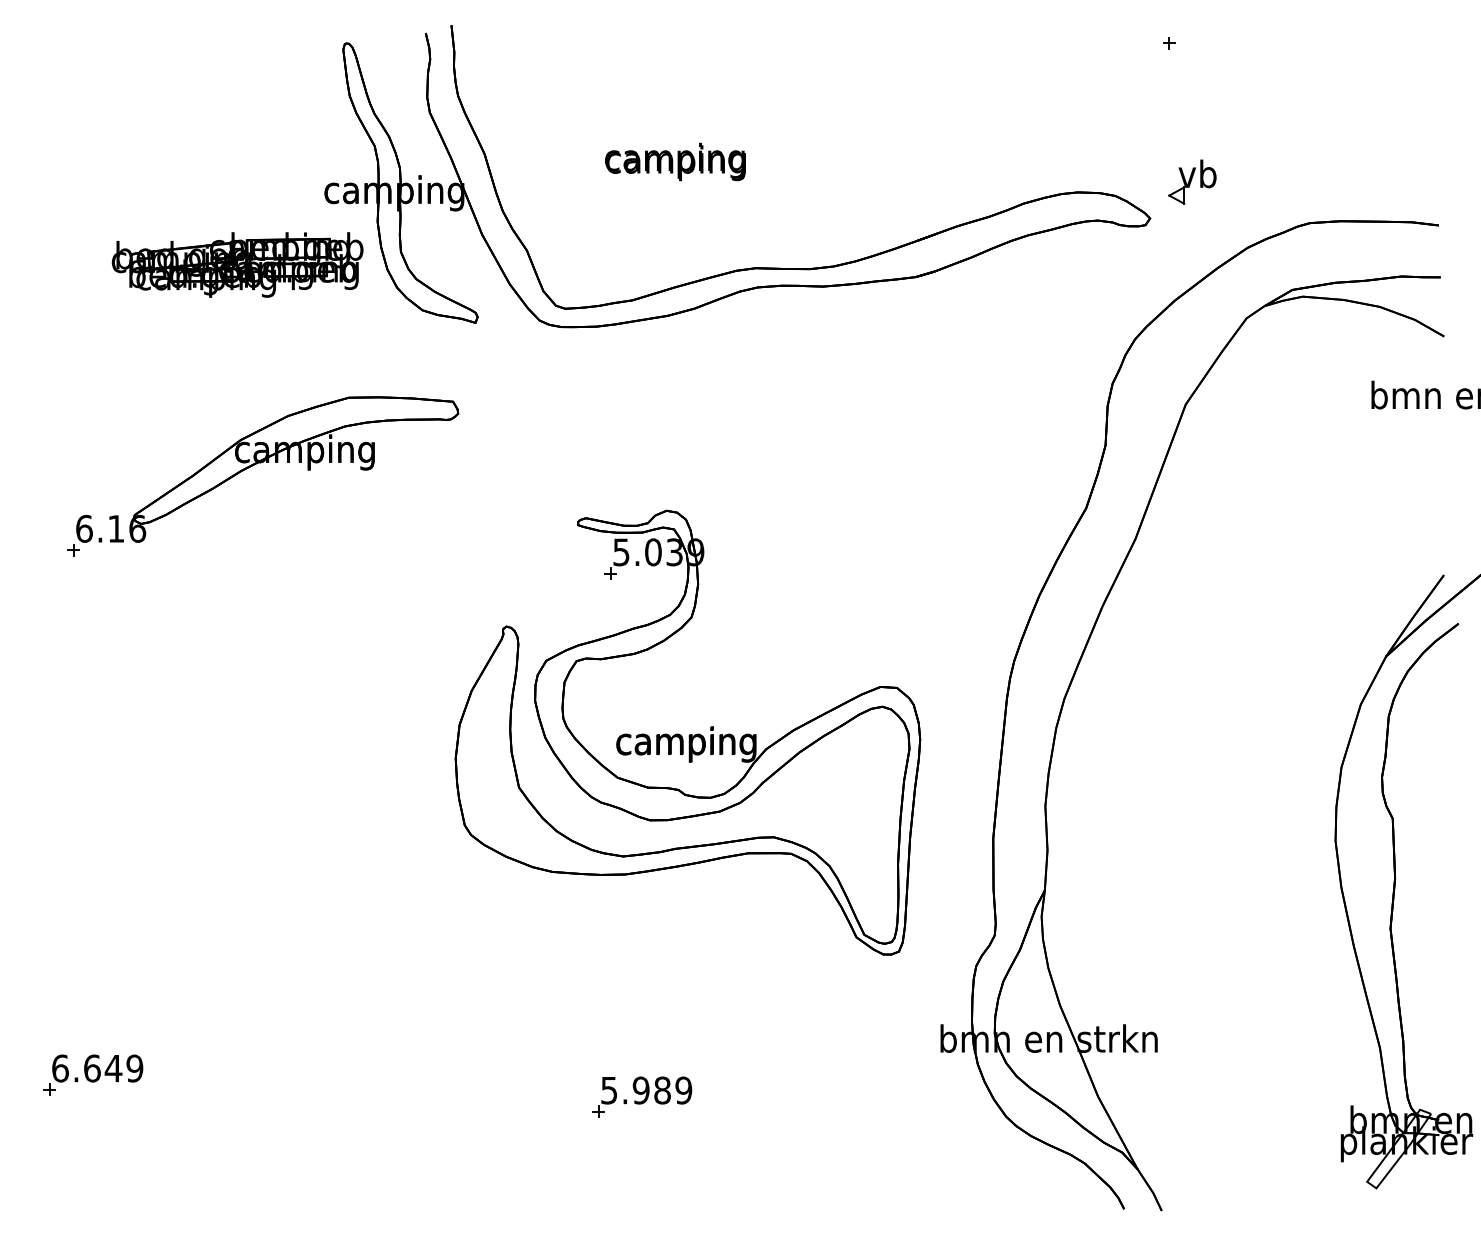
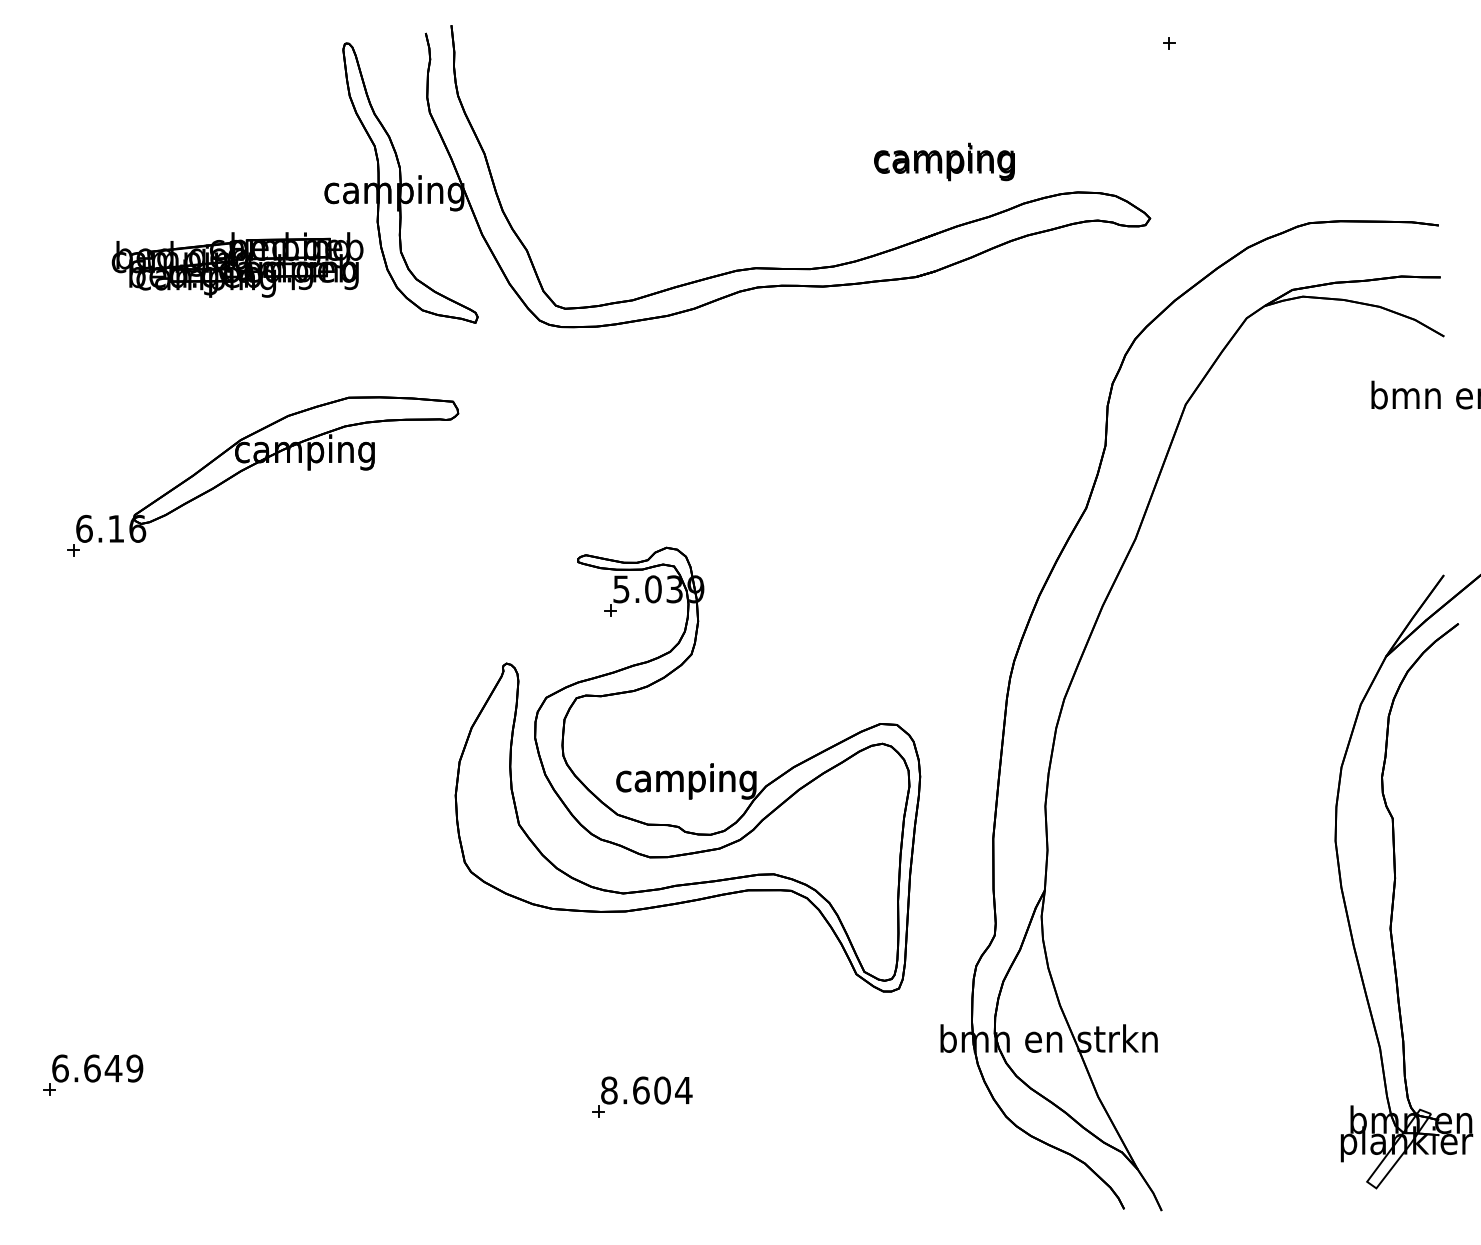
text at (675, 161) position: (675, 161) -> (944, 161)
part at (1192, 181): present -> none
part at (687, 732) position: (687, 732) -> (687, 769)
text at (646, 1090): 5.989 -> 8.604
